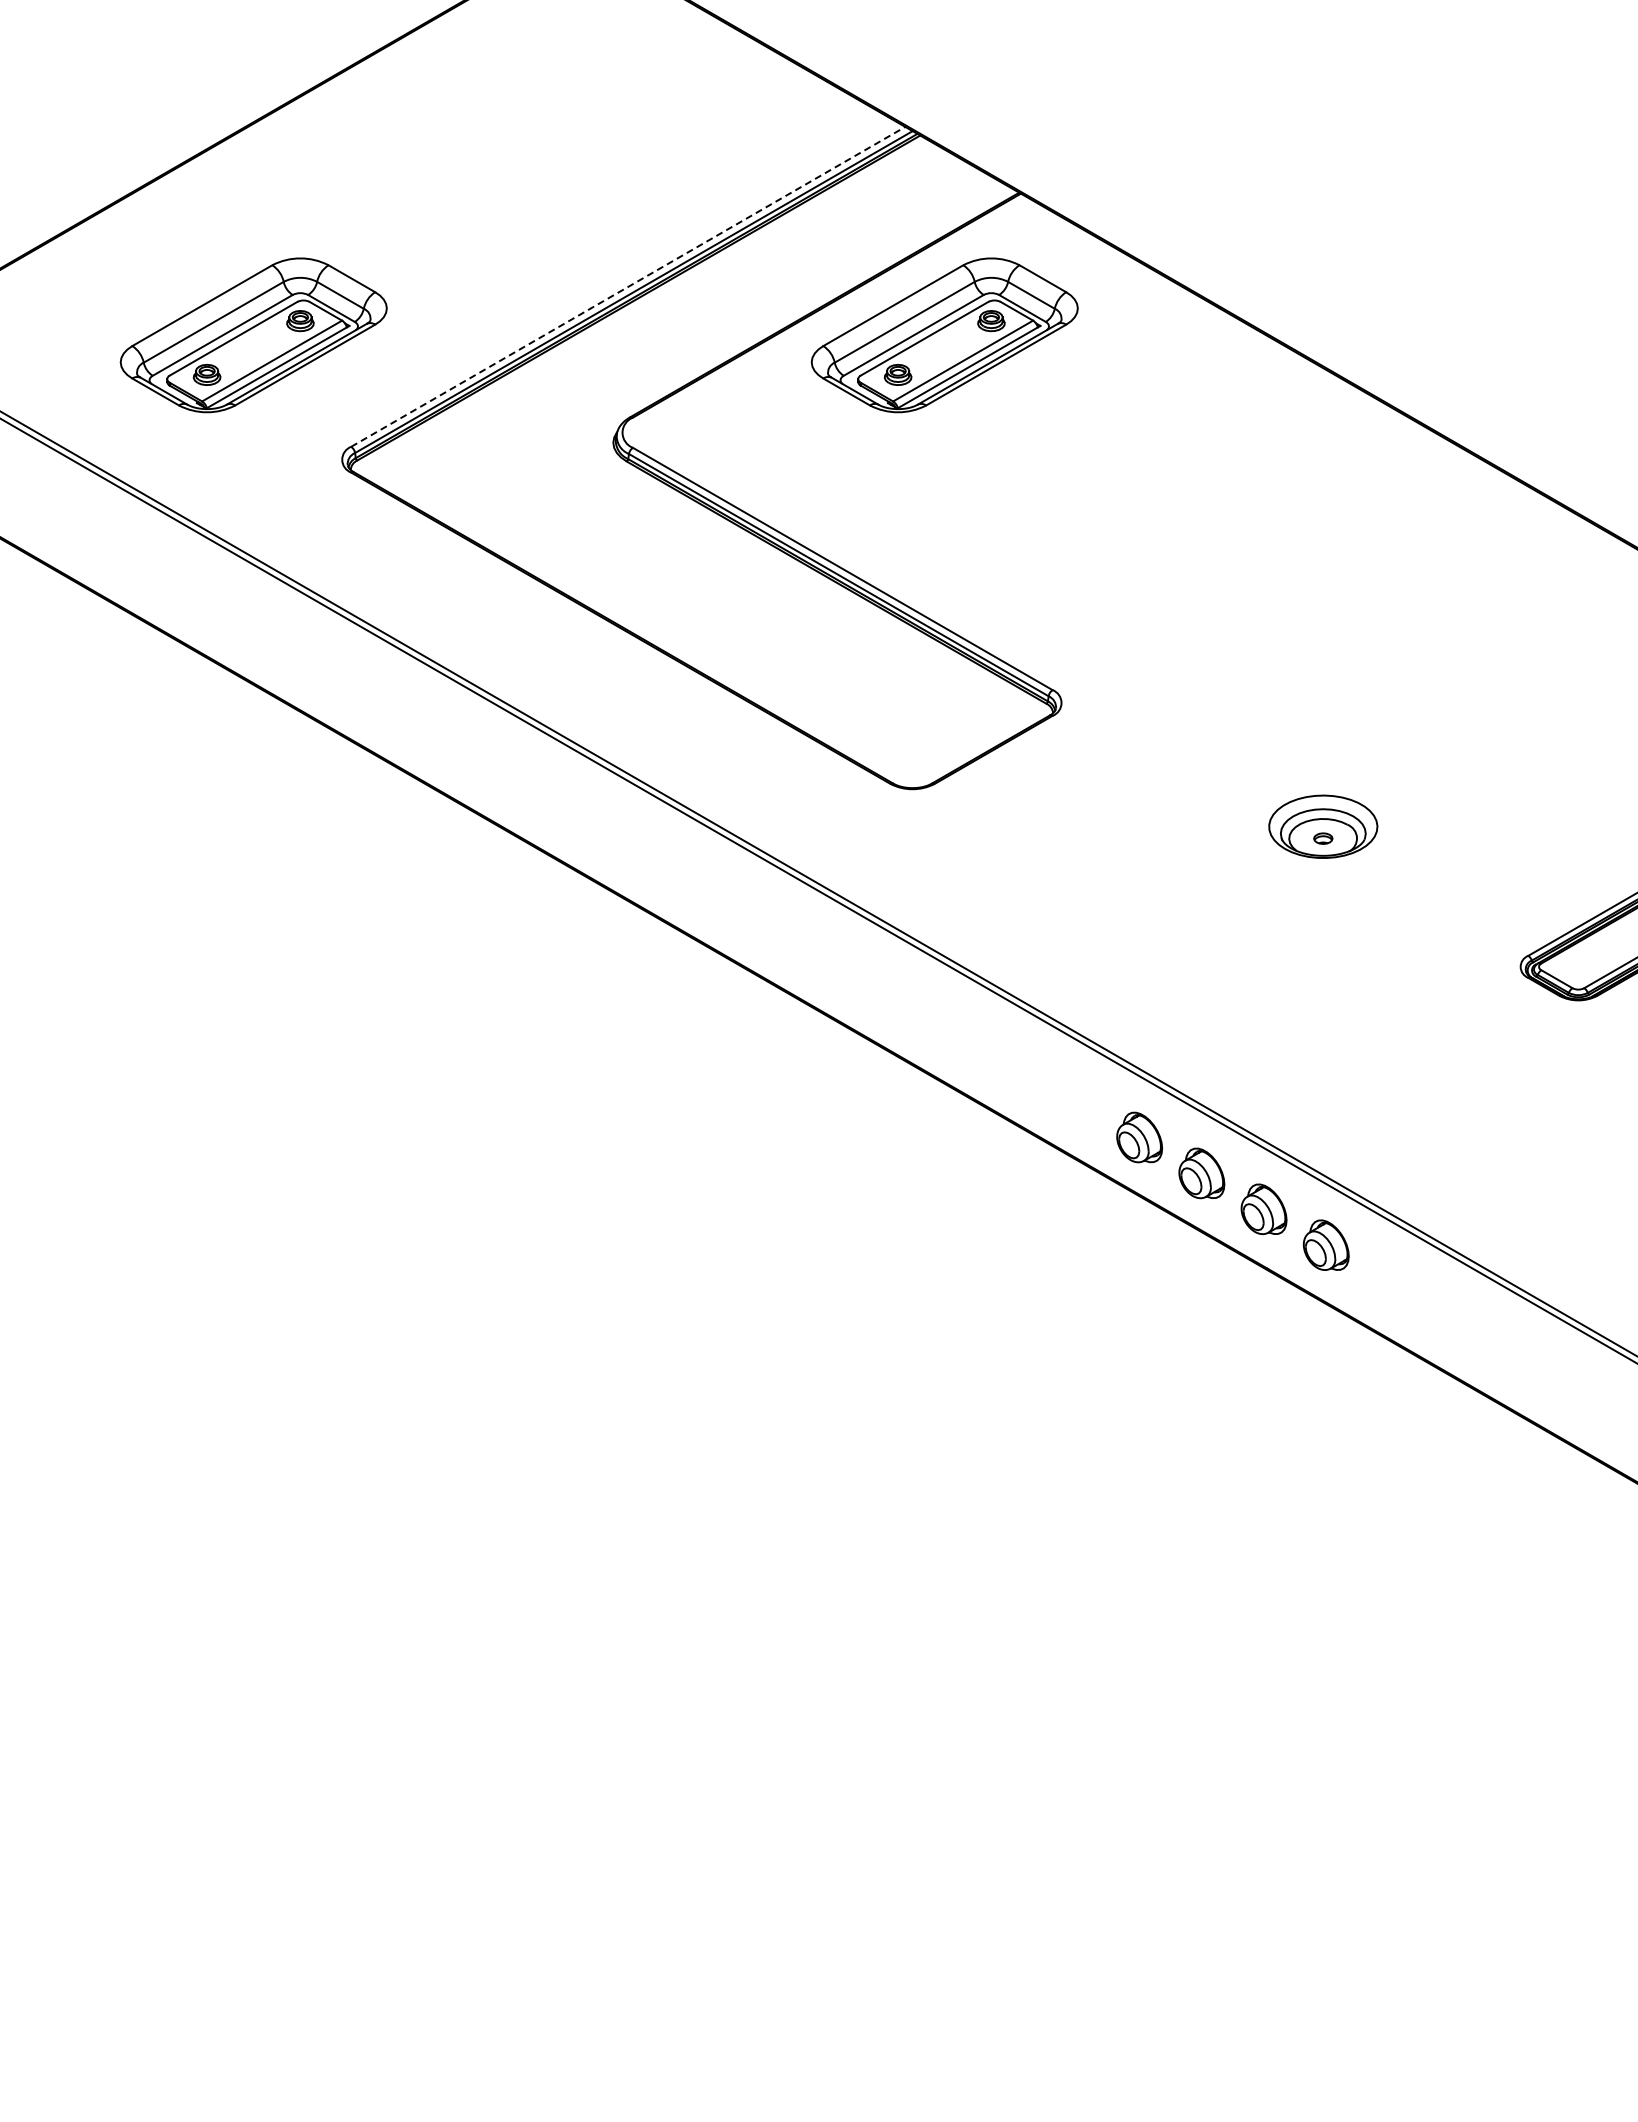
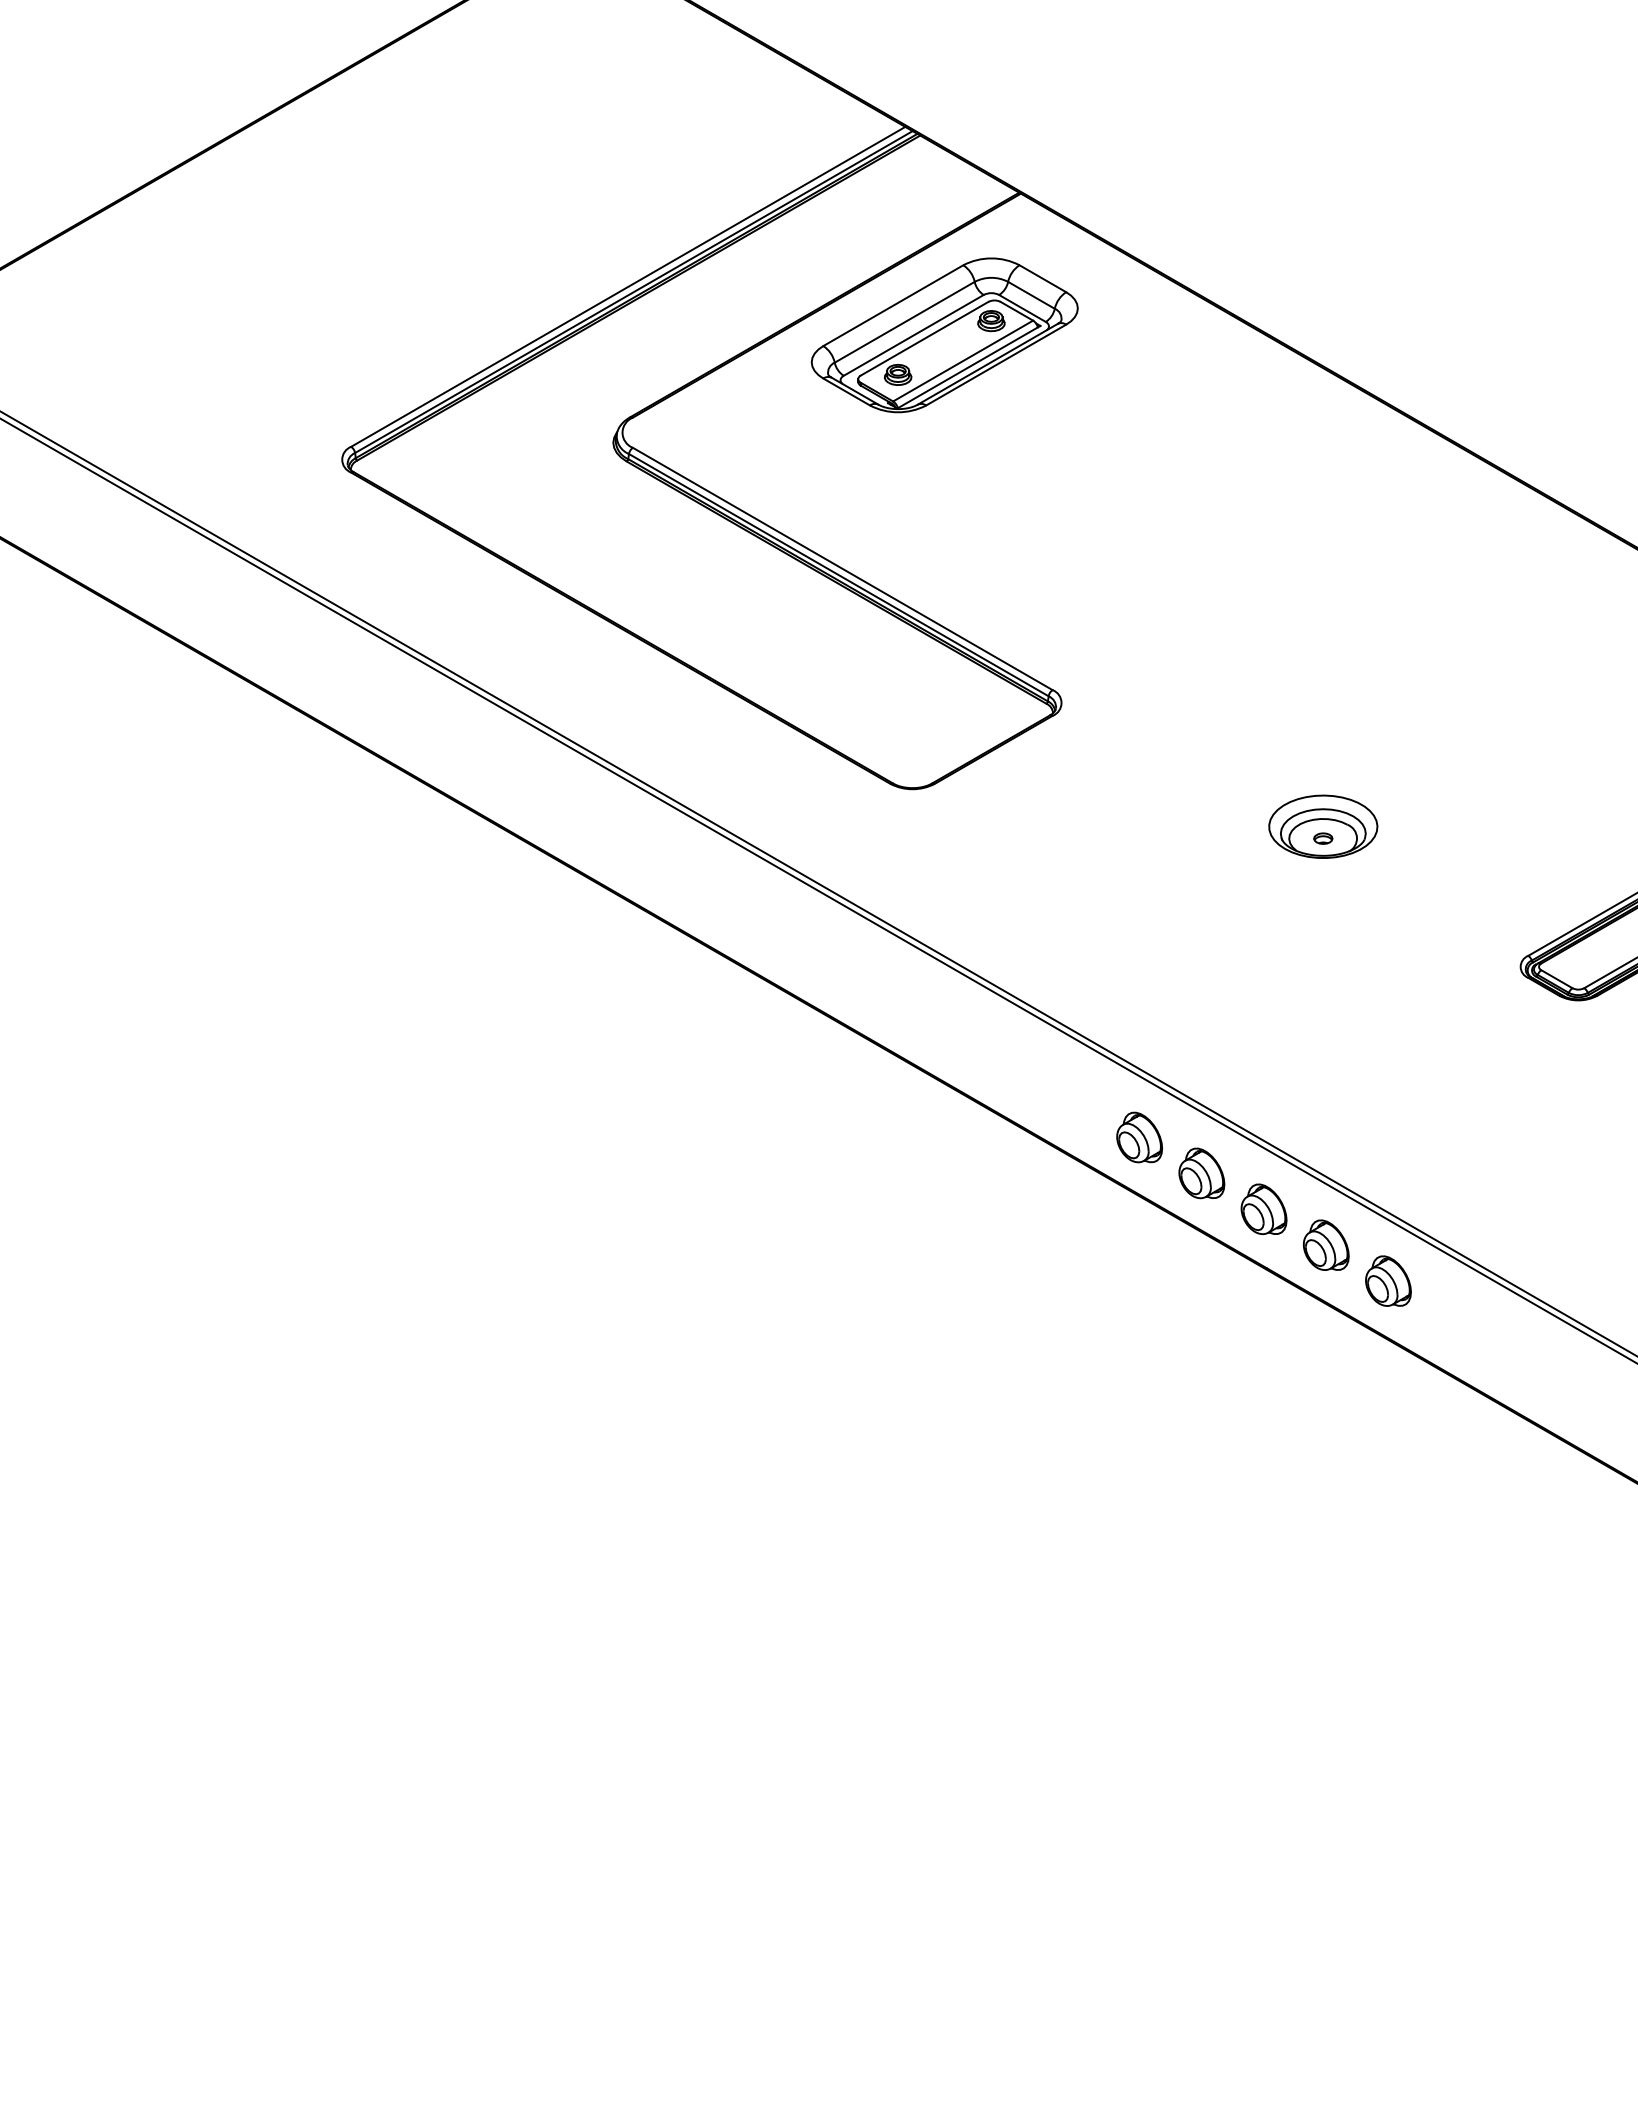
line at (628, 286): dashed -> solid
part at (253, 335): present -> none
part at (1388, 1280): none -> present
